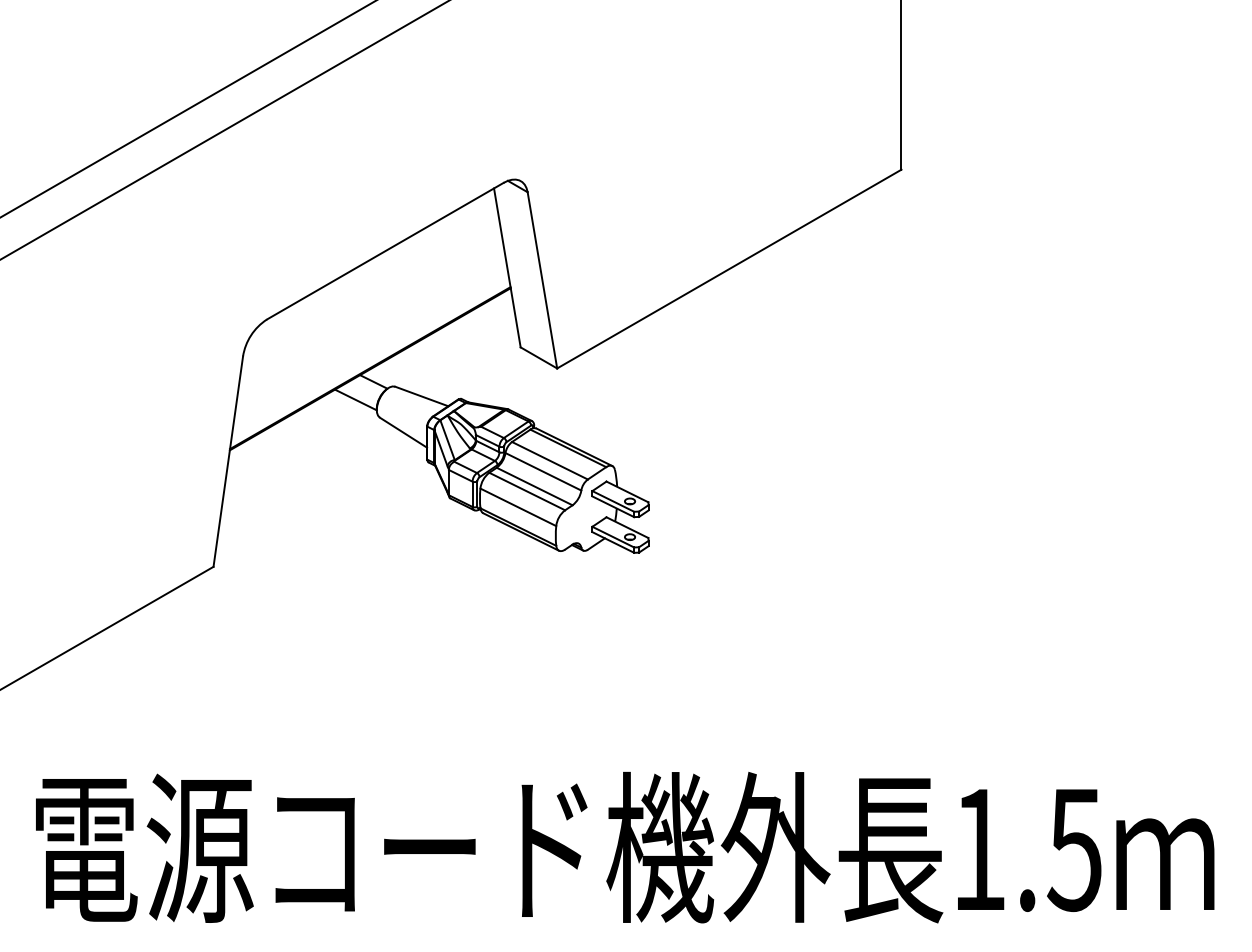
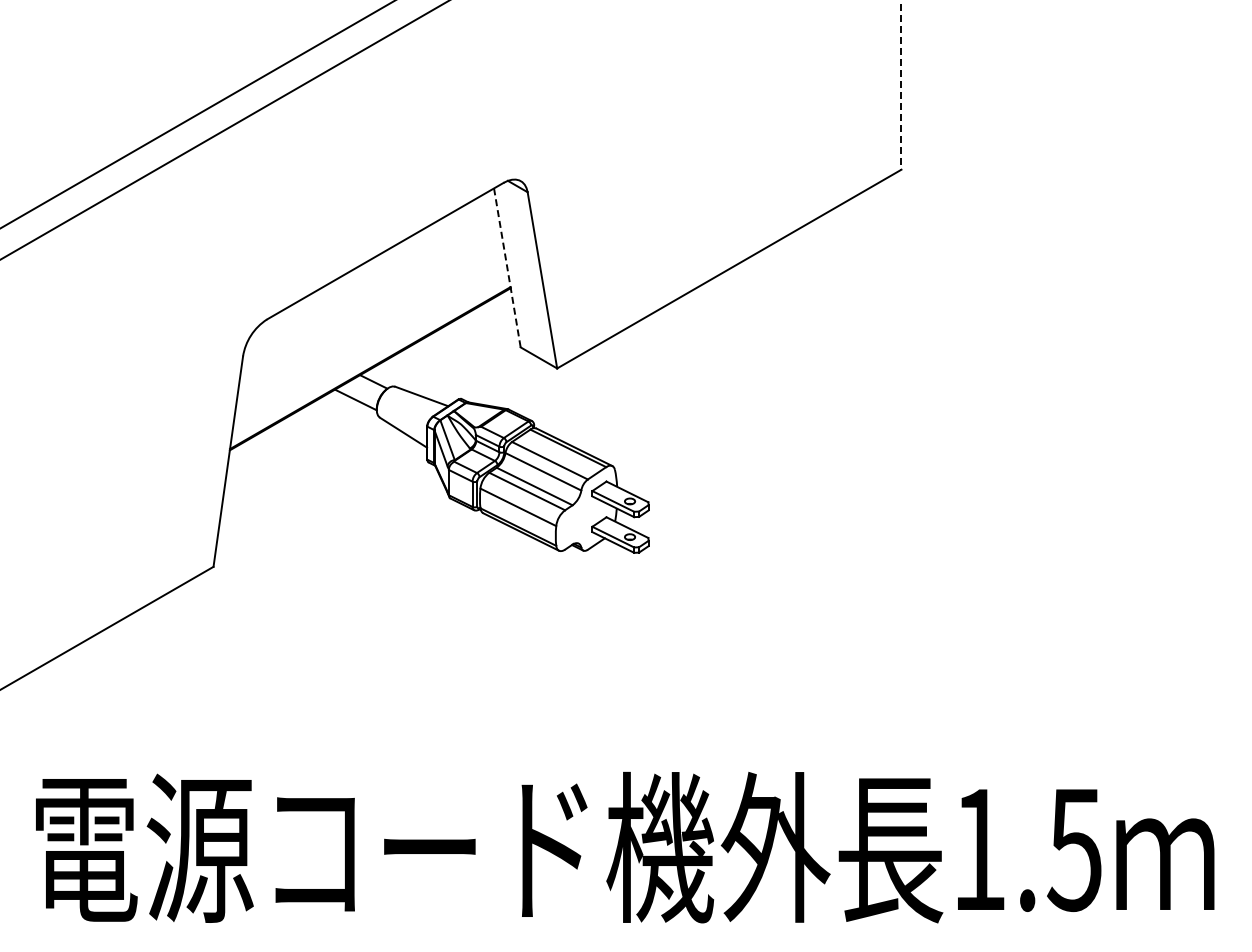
line at (901, 84): solid -> dashed
line at (187, 109) position: (187, 109) -> (197, 114)
line at (507, 267): solid -> dashed
